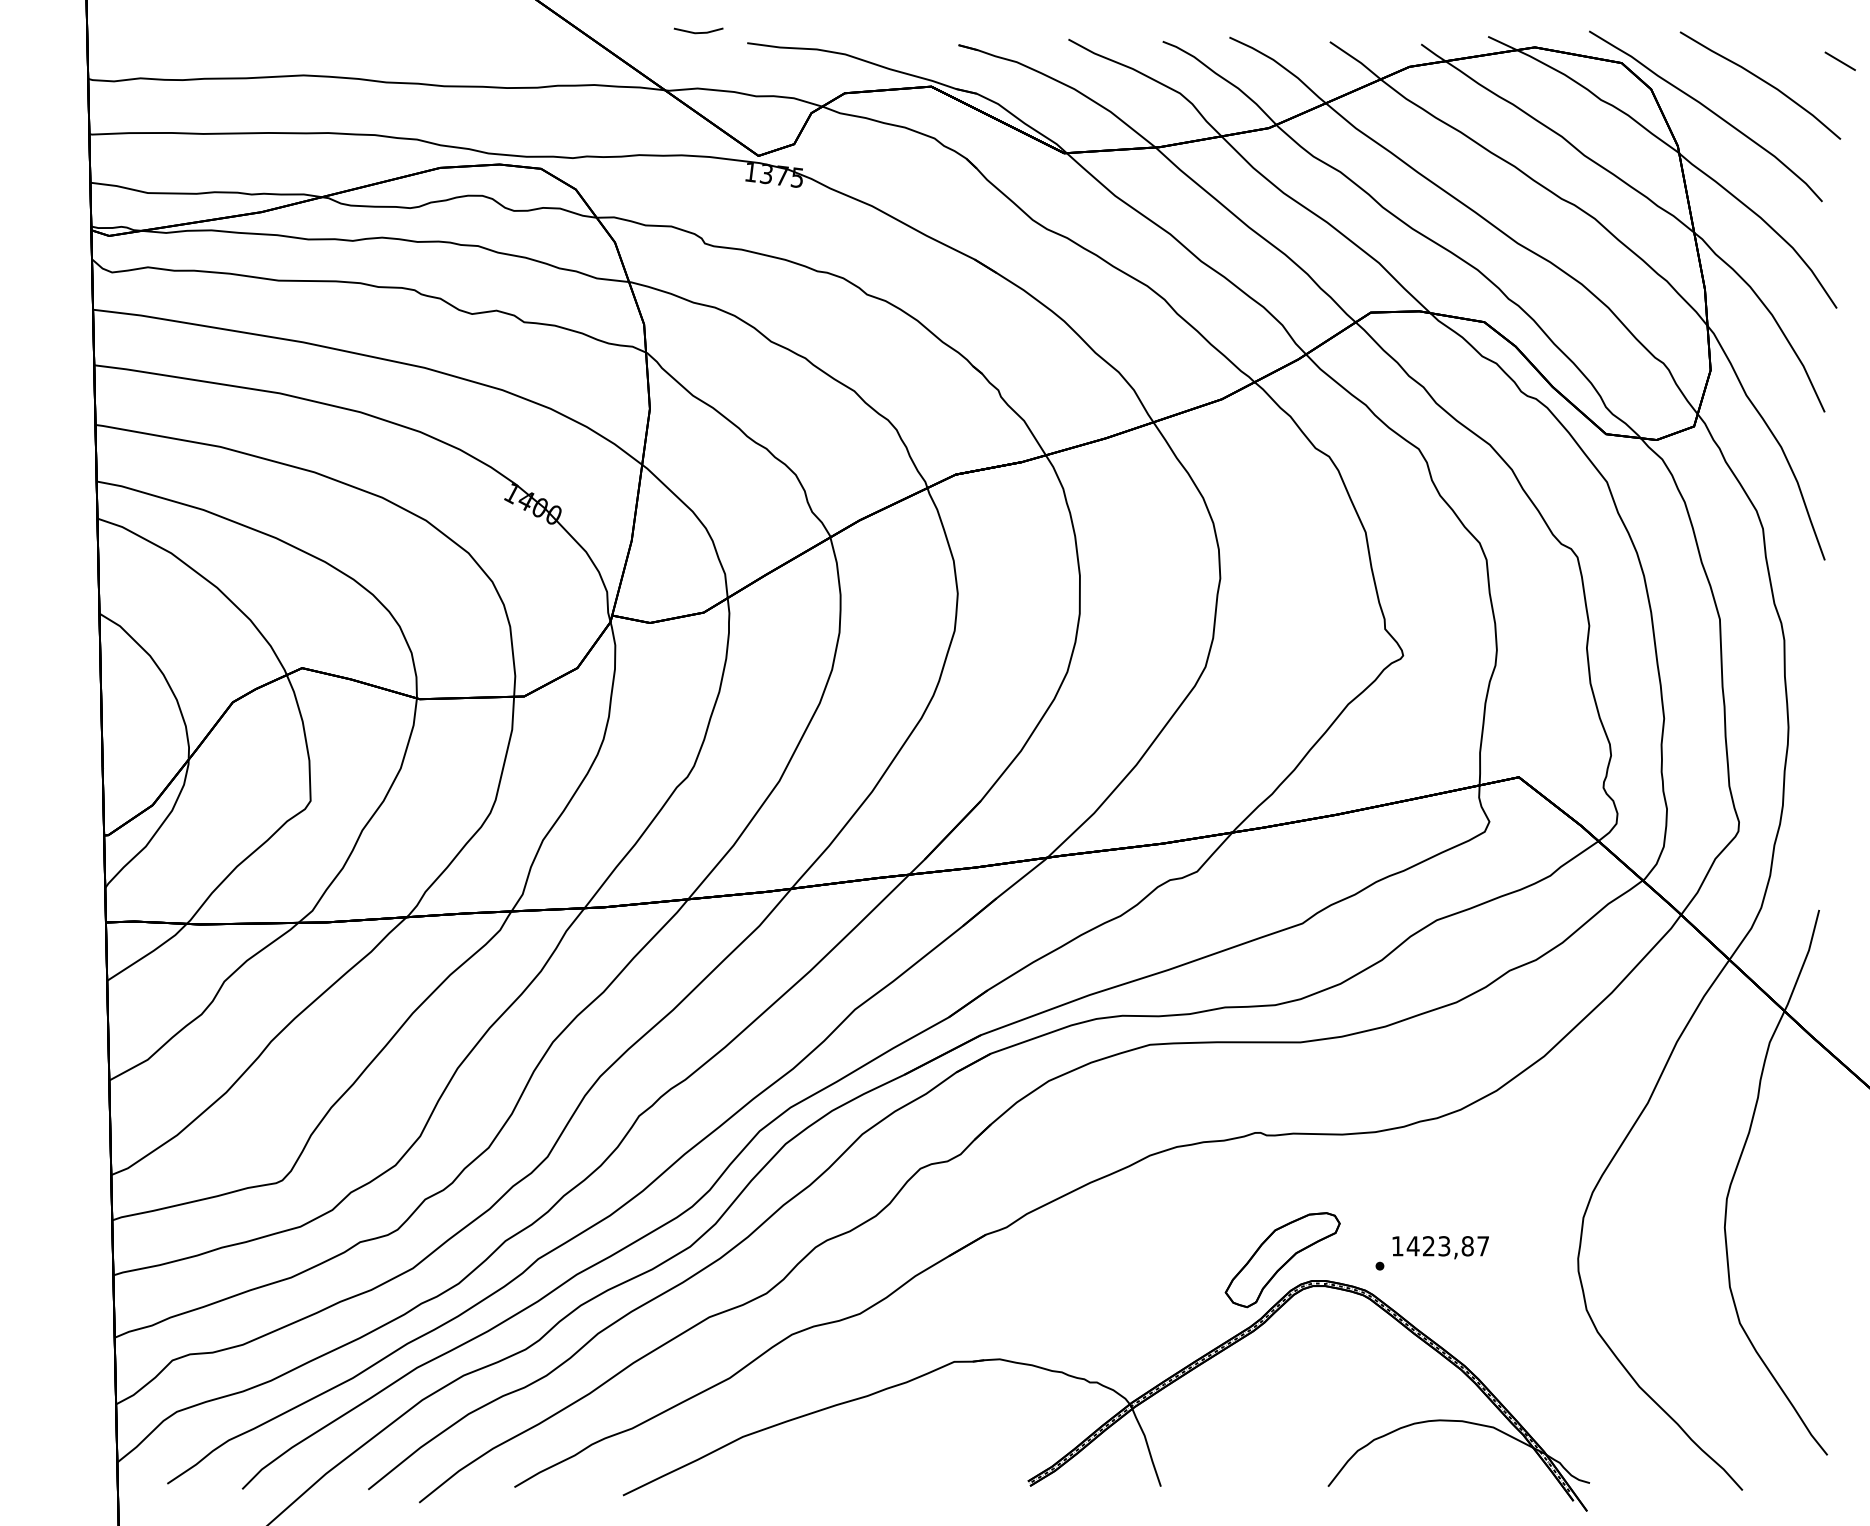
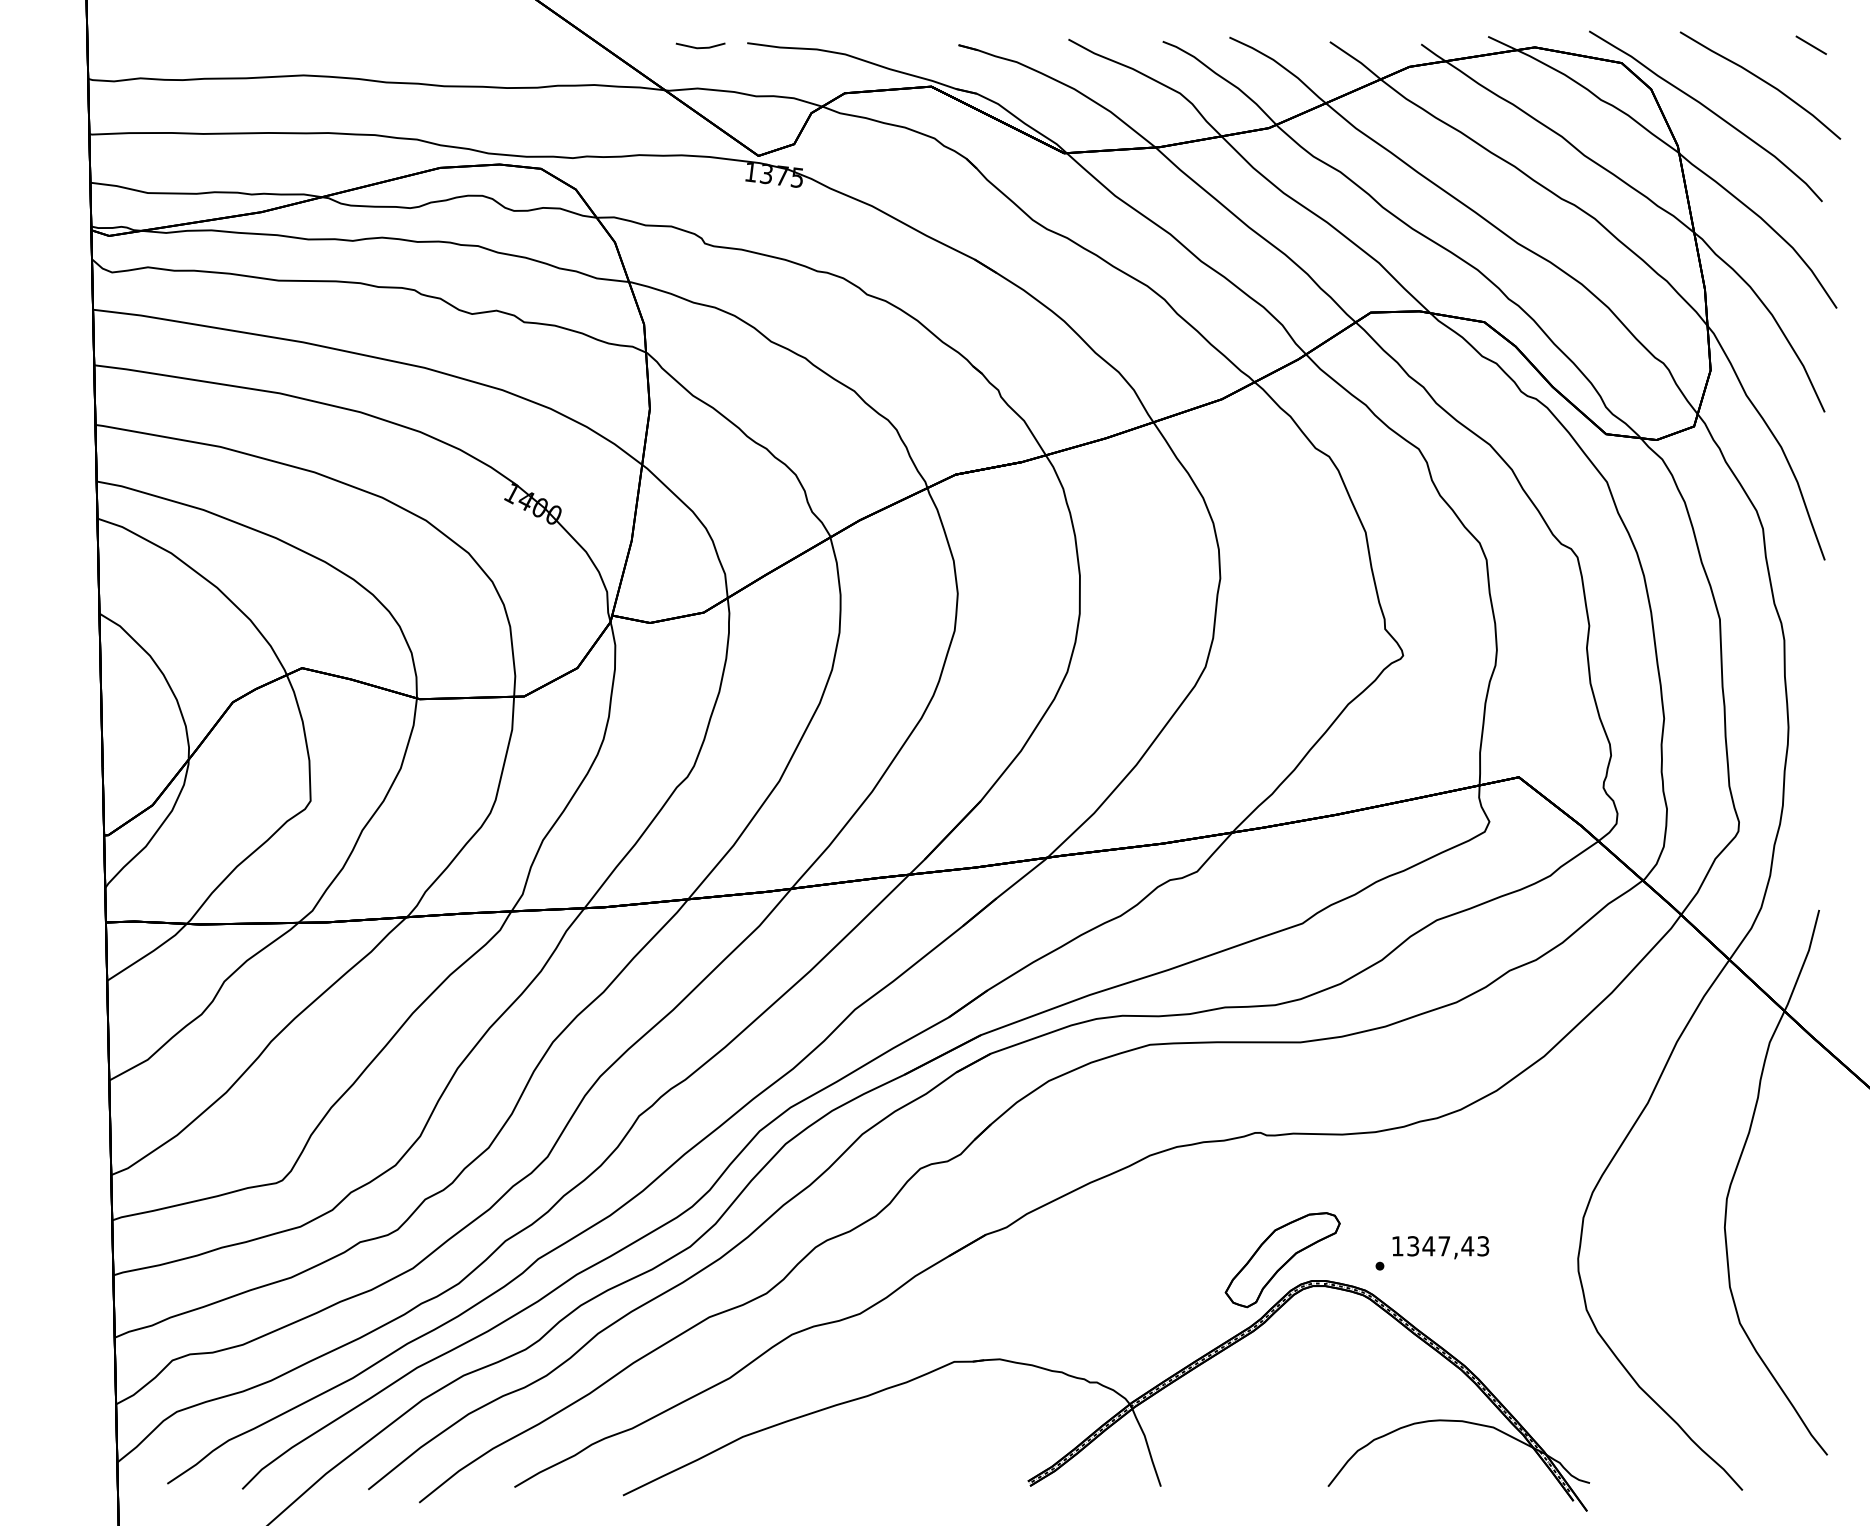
line at (698, 32) position: (698, 32) -> (700, 47)
line at (1839, 60) position: (1839, 60) -> (1810, 44)
text at (1447, 1246): 1423,87 -> 1347,43
